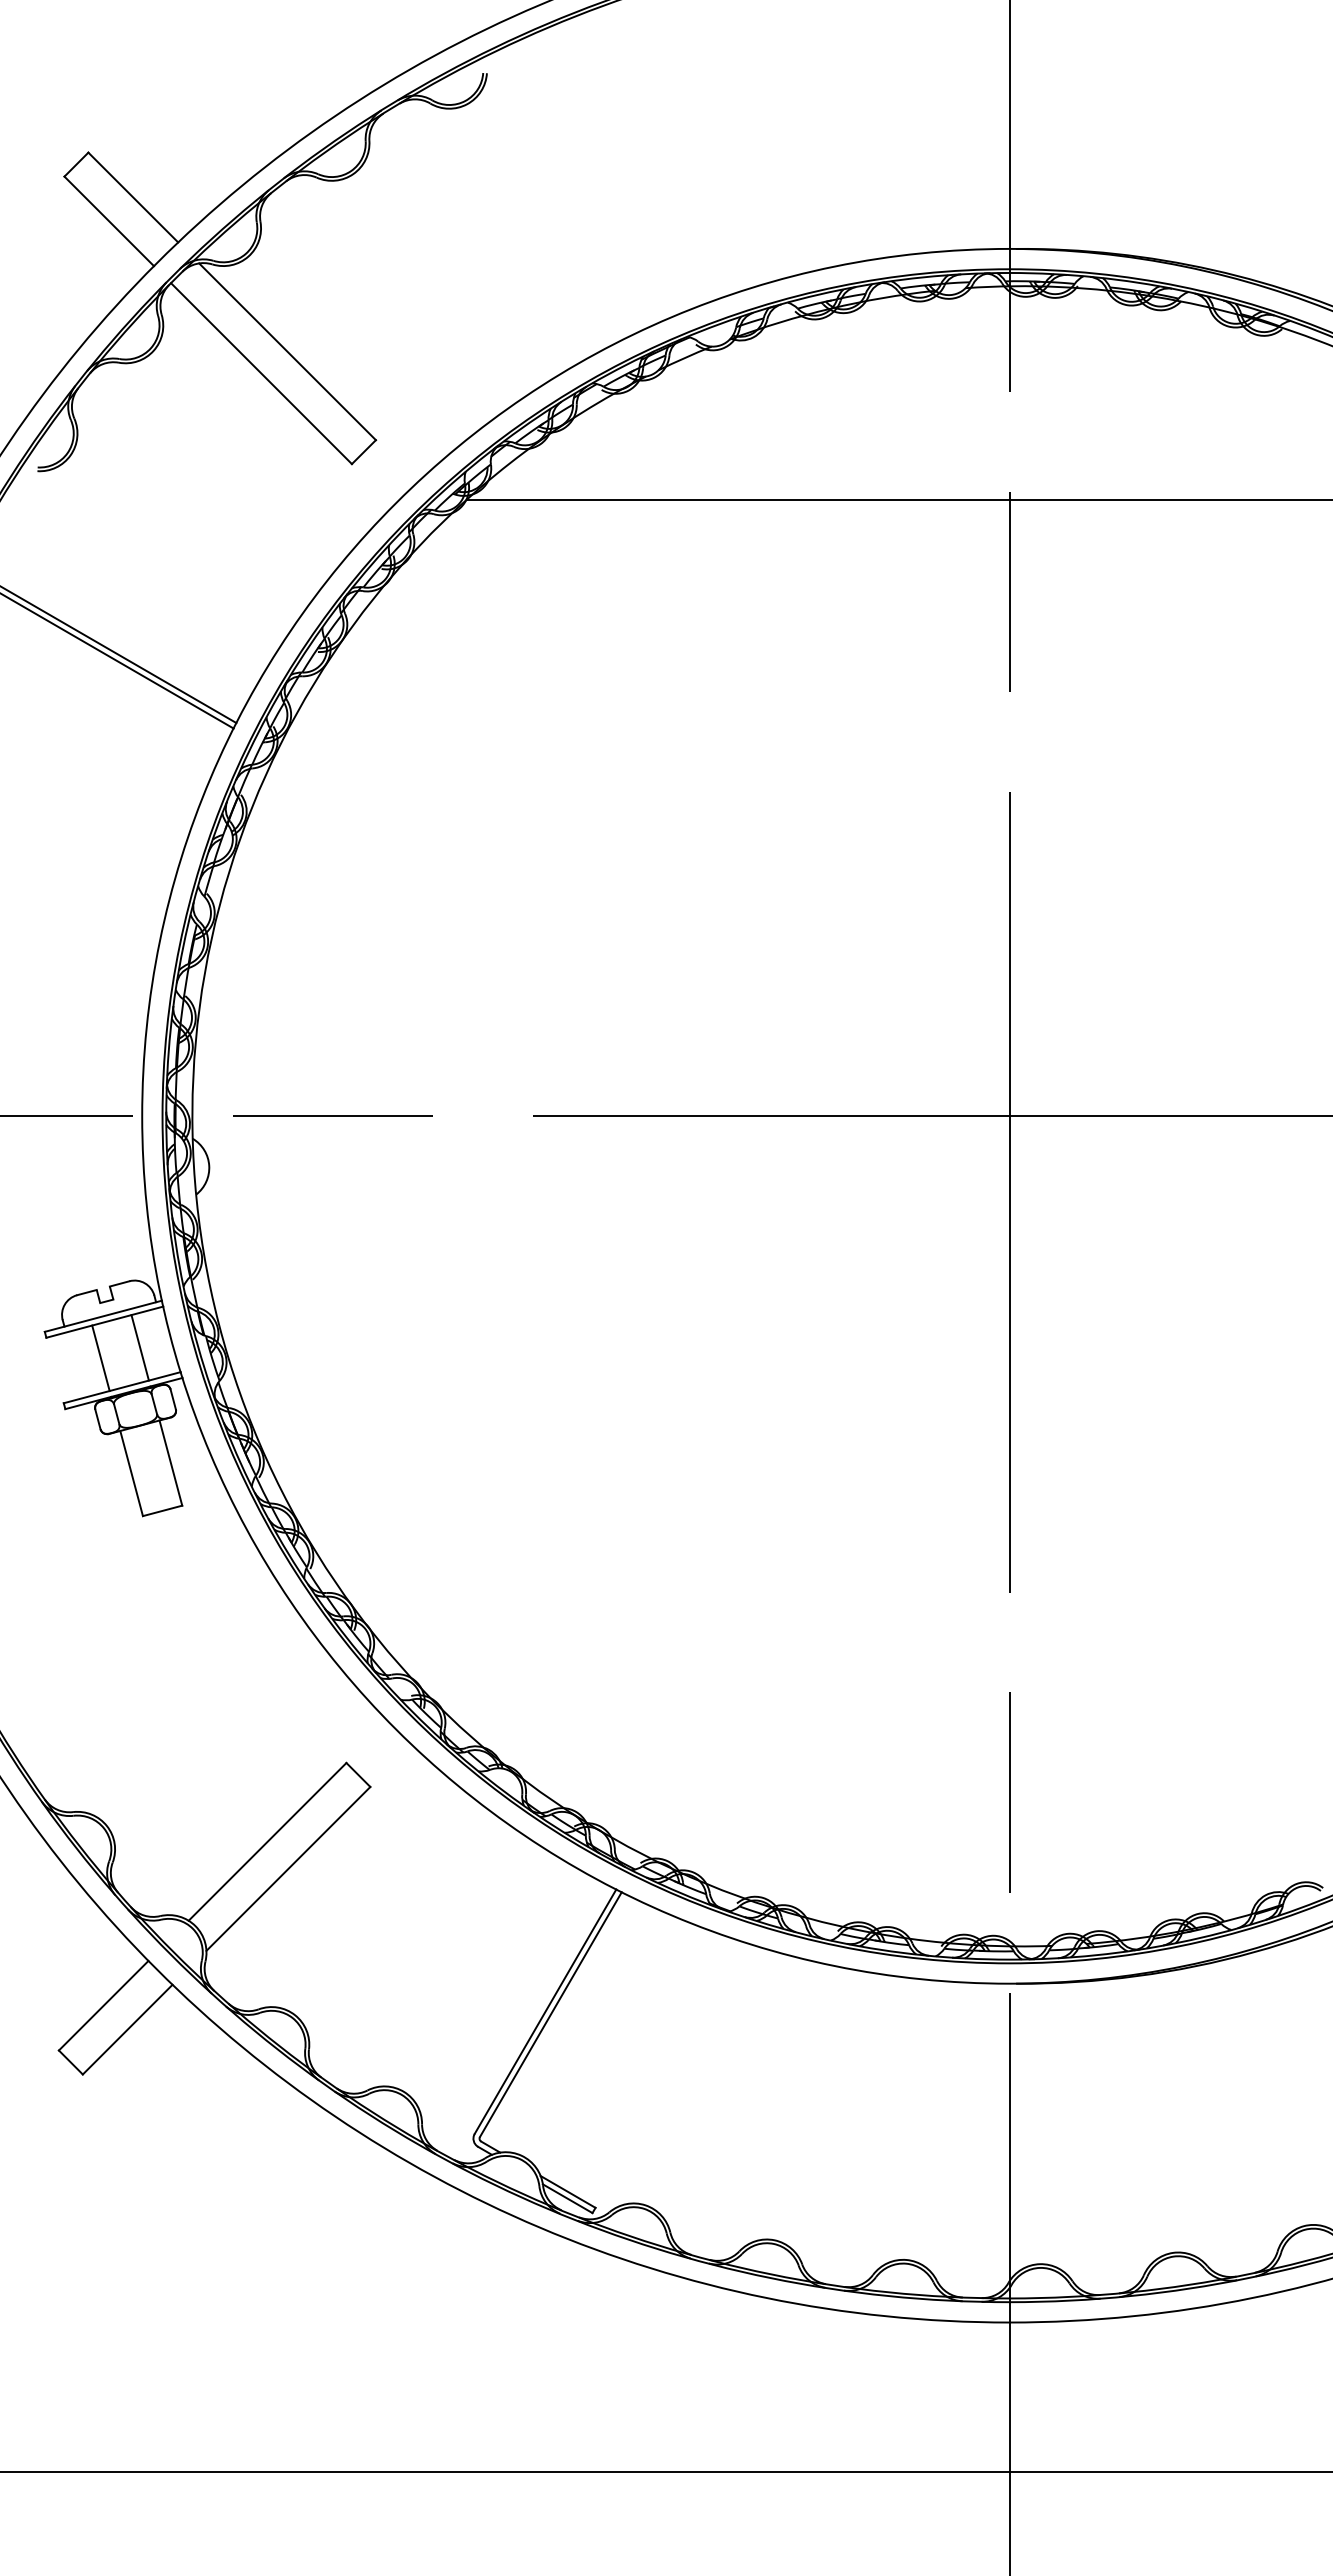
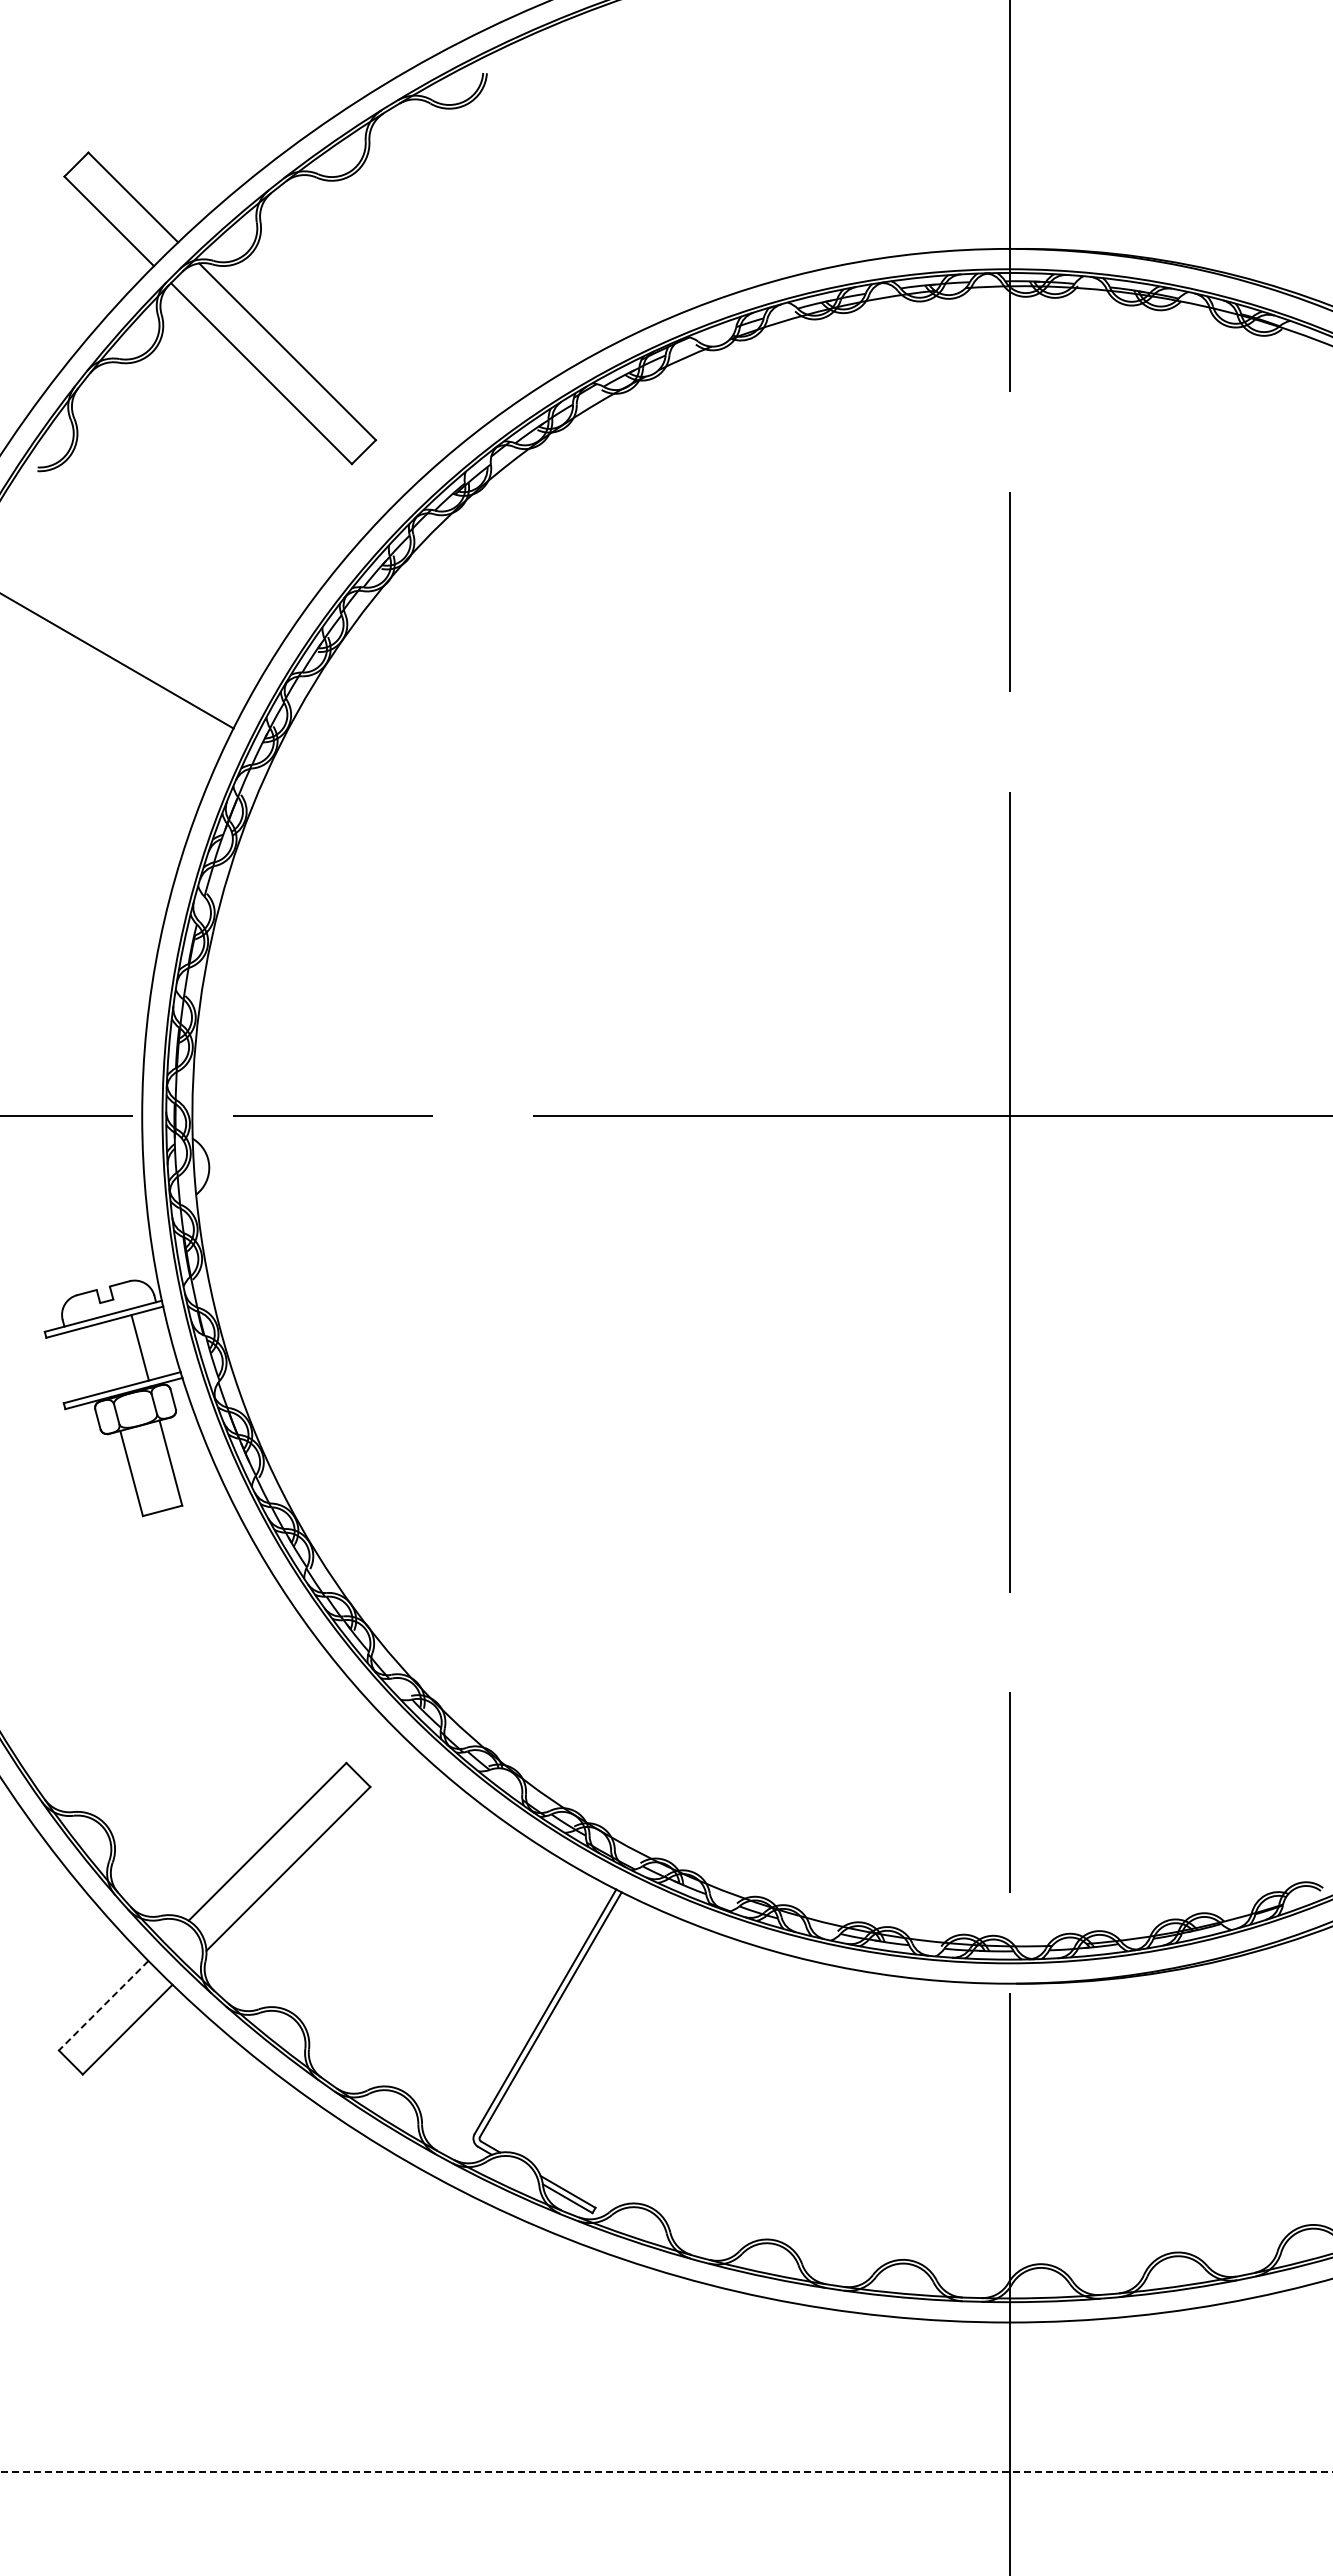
line at (897, 499): present -> none
line at (119, 655): present -> none
line at (100, 1358): present -> none
line at (103, 2006): solid -> dashed
line at (666, 2471): solid -> dashed
